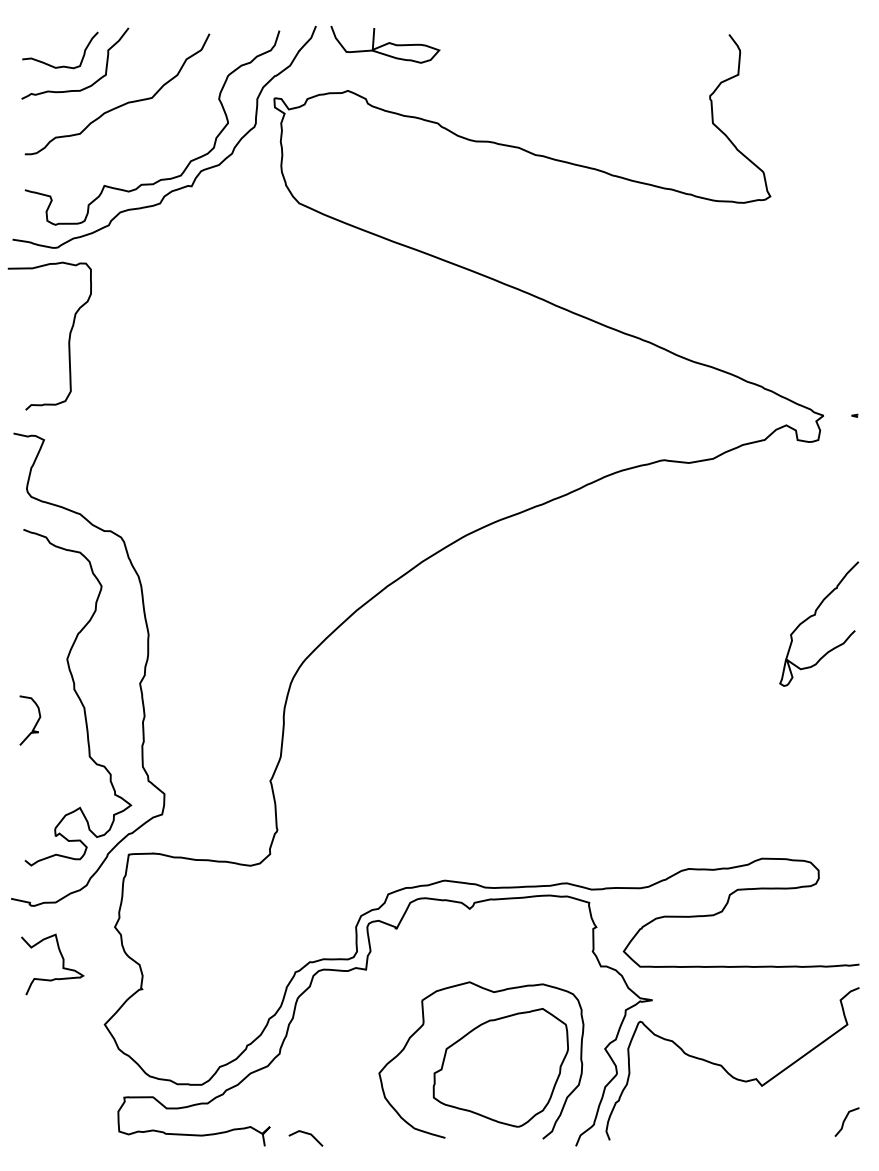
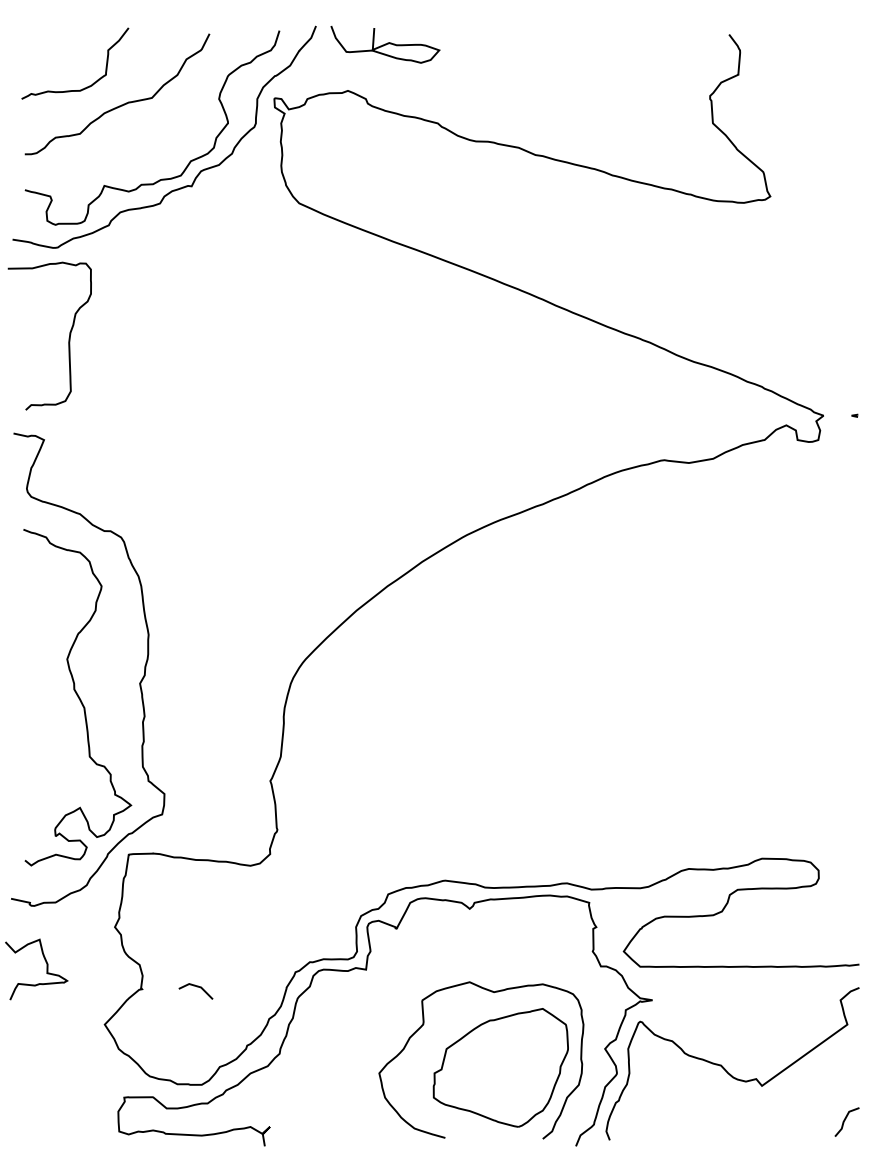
curve at (62, 65): present -> none
curve at (815, 615): present -> none
curve at (35, 723): present -> none
curve at (62, 964) position: (62, 964) -> (46, 969)
line at (306, 1134) position: (306, 1134) -> (196, 987)
